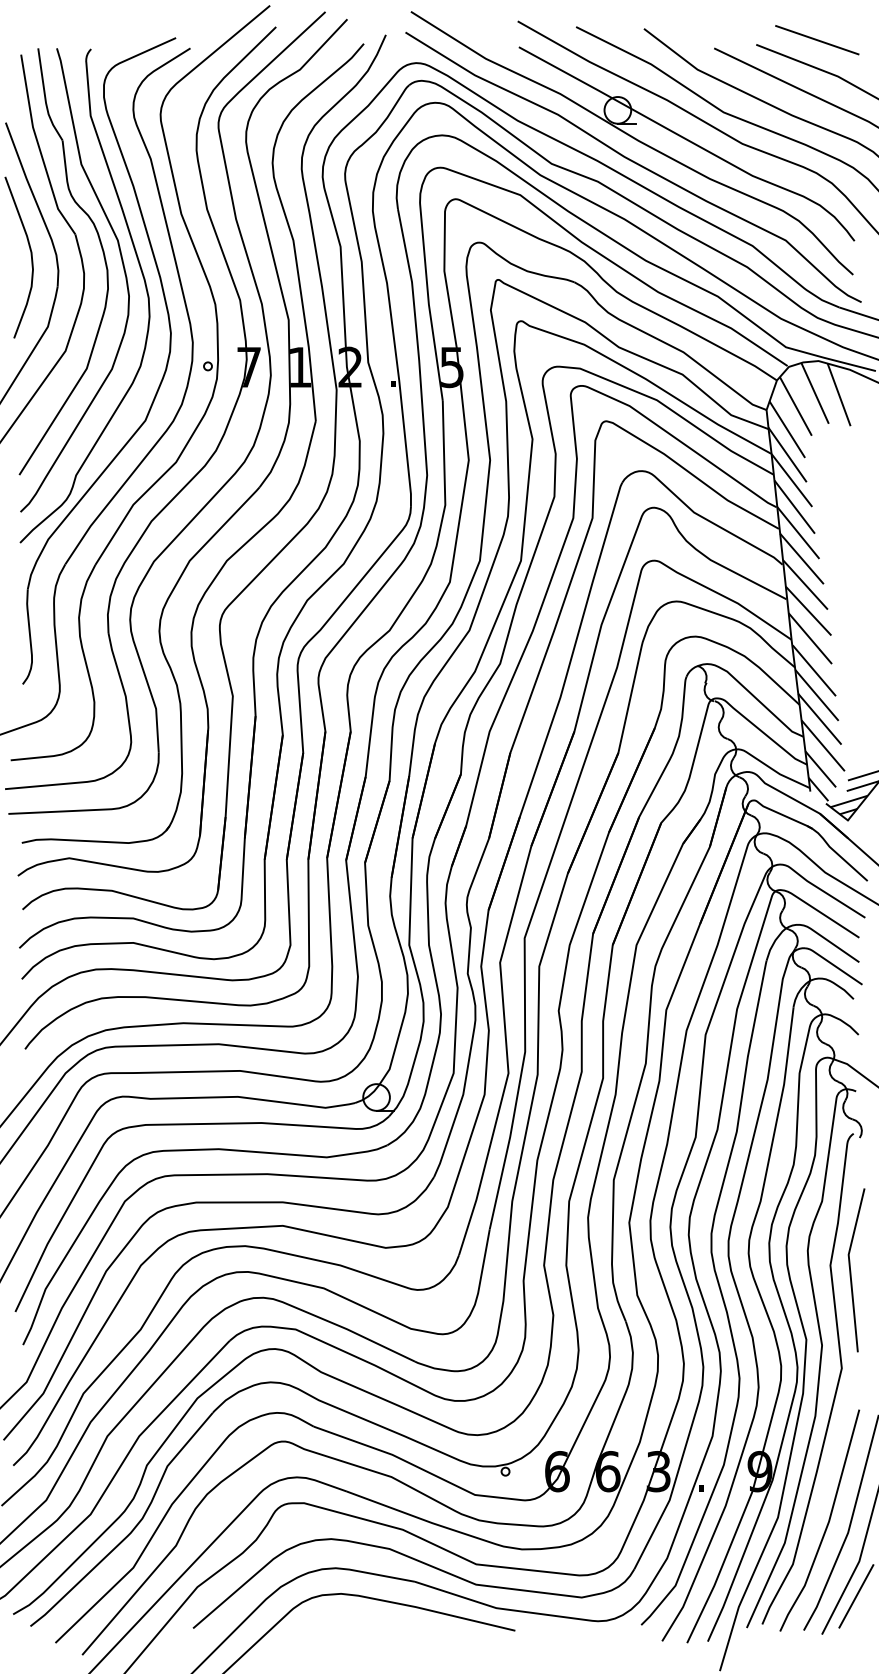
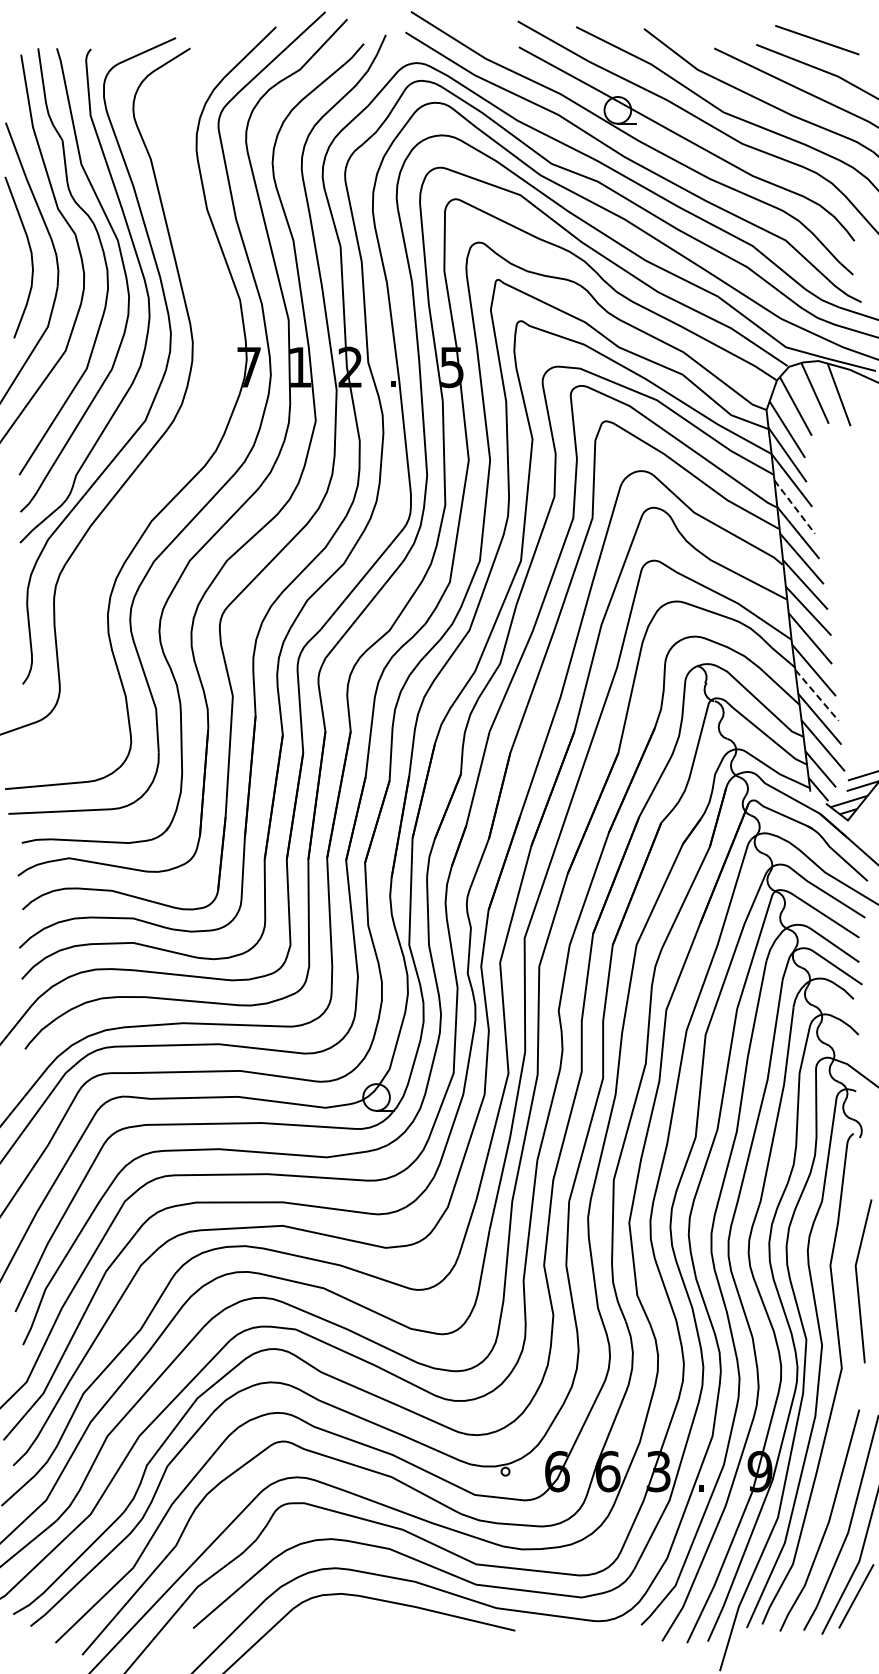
part at (203, 368): present -> none
line at (795, 507): solid -> dashed
line at (817, 695): solid -> dashed
line at (851, 1270) position: (851, 1270) -> (858, 1281)
